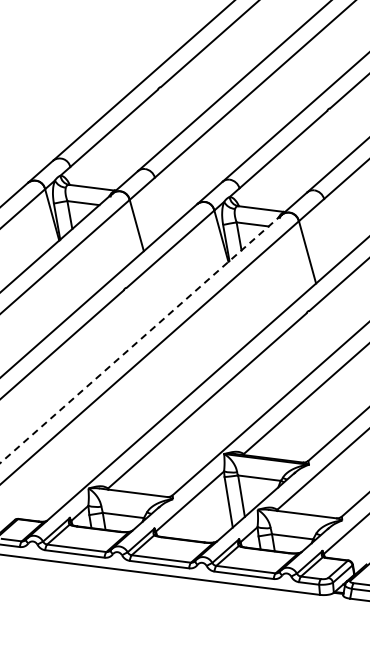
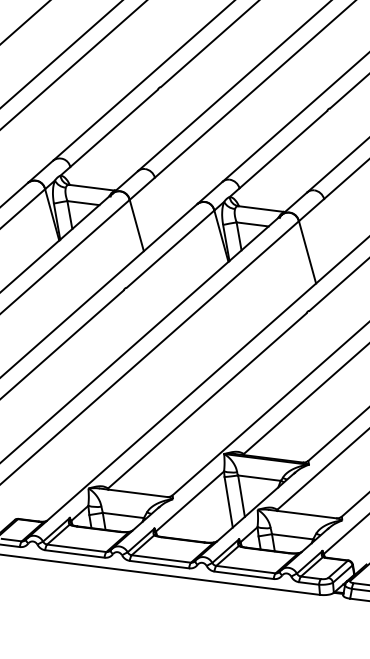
line at (25, 22): none -> present
line at (61, 54): none -> present
line at (73, 65): none -> present
line at (141, 338): dashed -> solid
